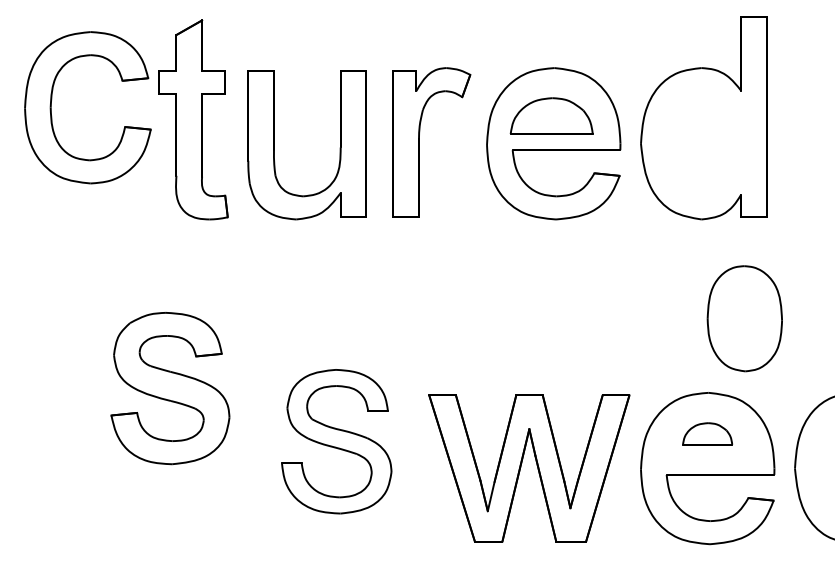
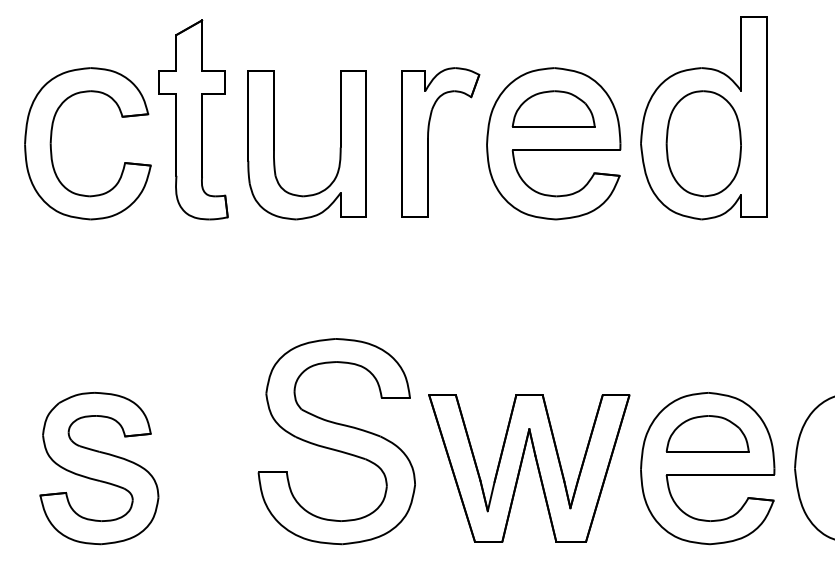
part at (52, 99) position: (52, 99) -> (52, 135)
part at (551, 115) position: (551, 115) -> (553, 108)
part at (419, 142) position: (419, 142) -> (428, 142)
part at (744, 318) position: (744, 318) -> (703, 143)
part at (170, 388) position: (170, 388) -> (99, 468)
part at (707, 433) size: 52x24 px -> 85x38 px
part at (336, 441) size: 112x146 px -> 159x208 px
